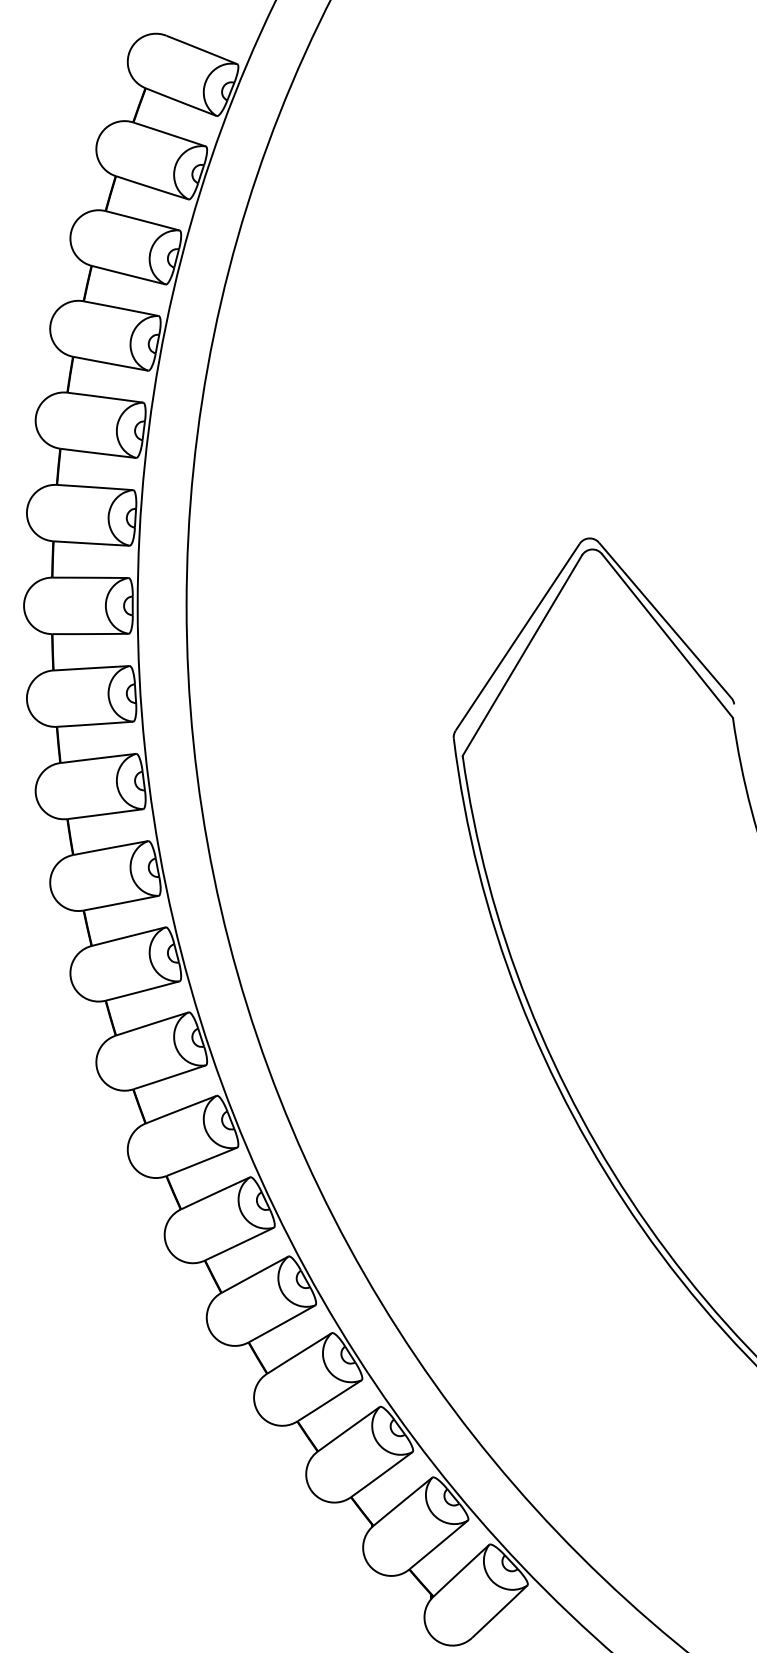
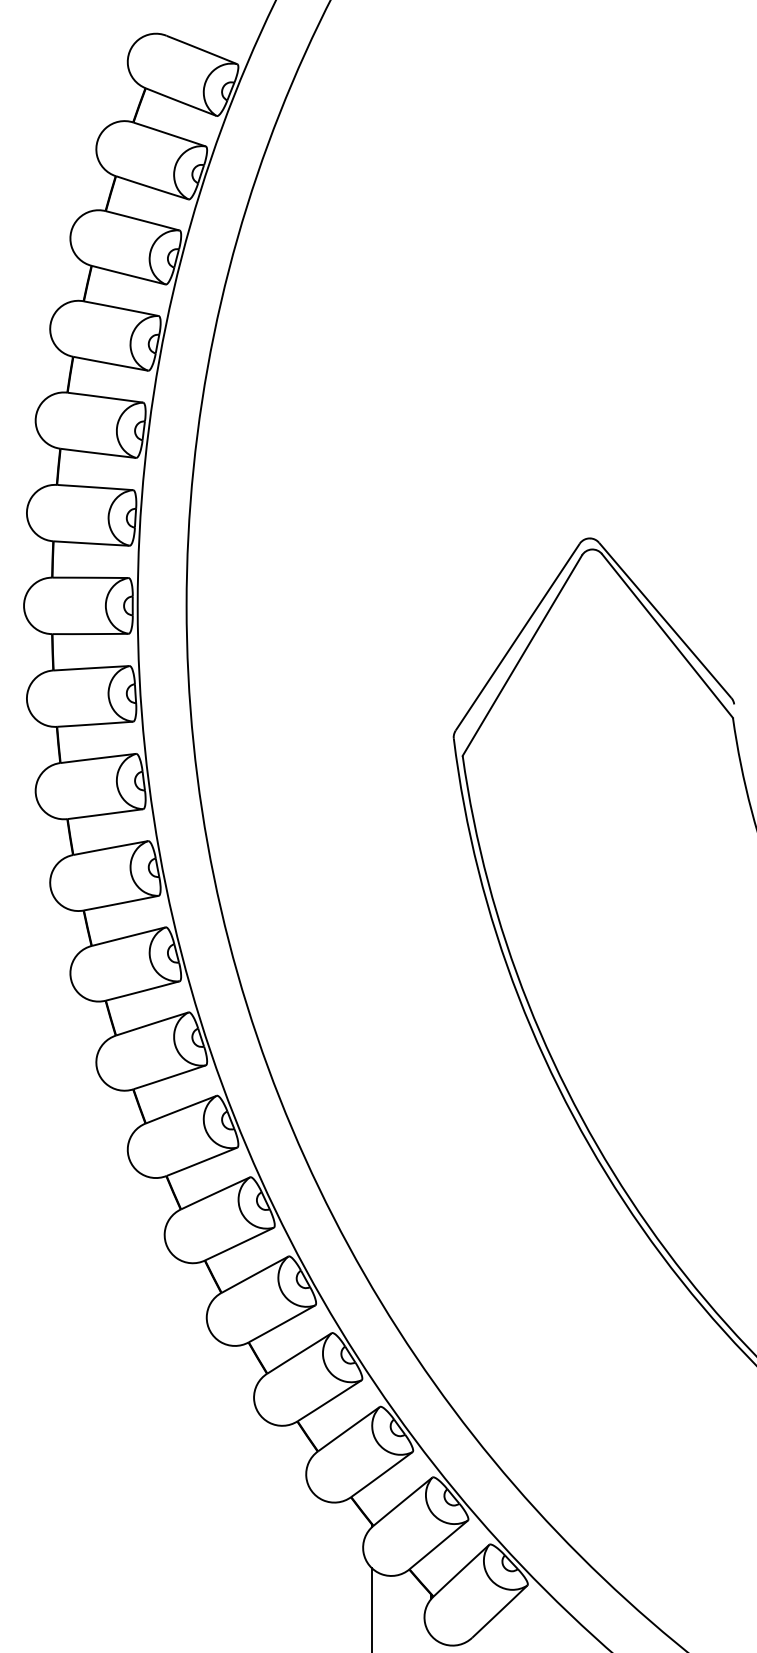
line at (371, 1608): none -> present
